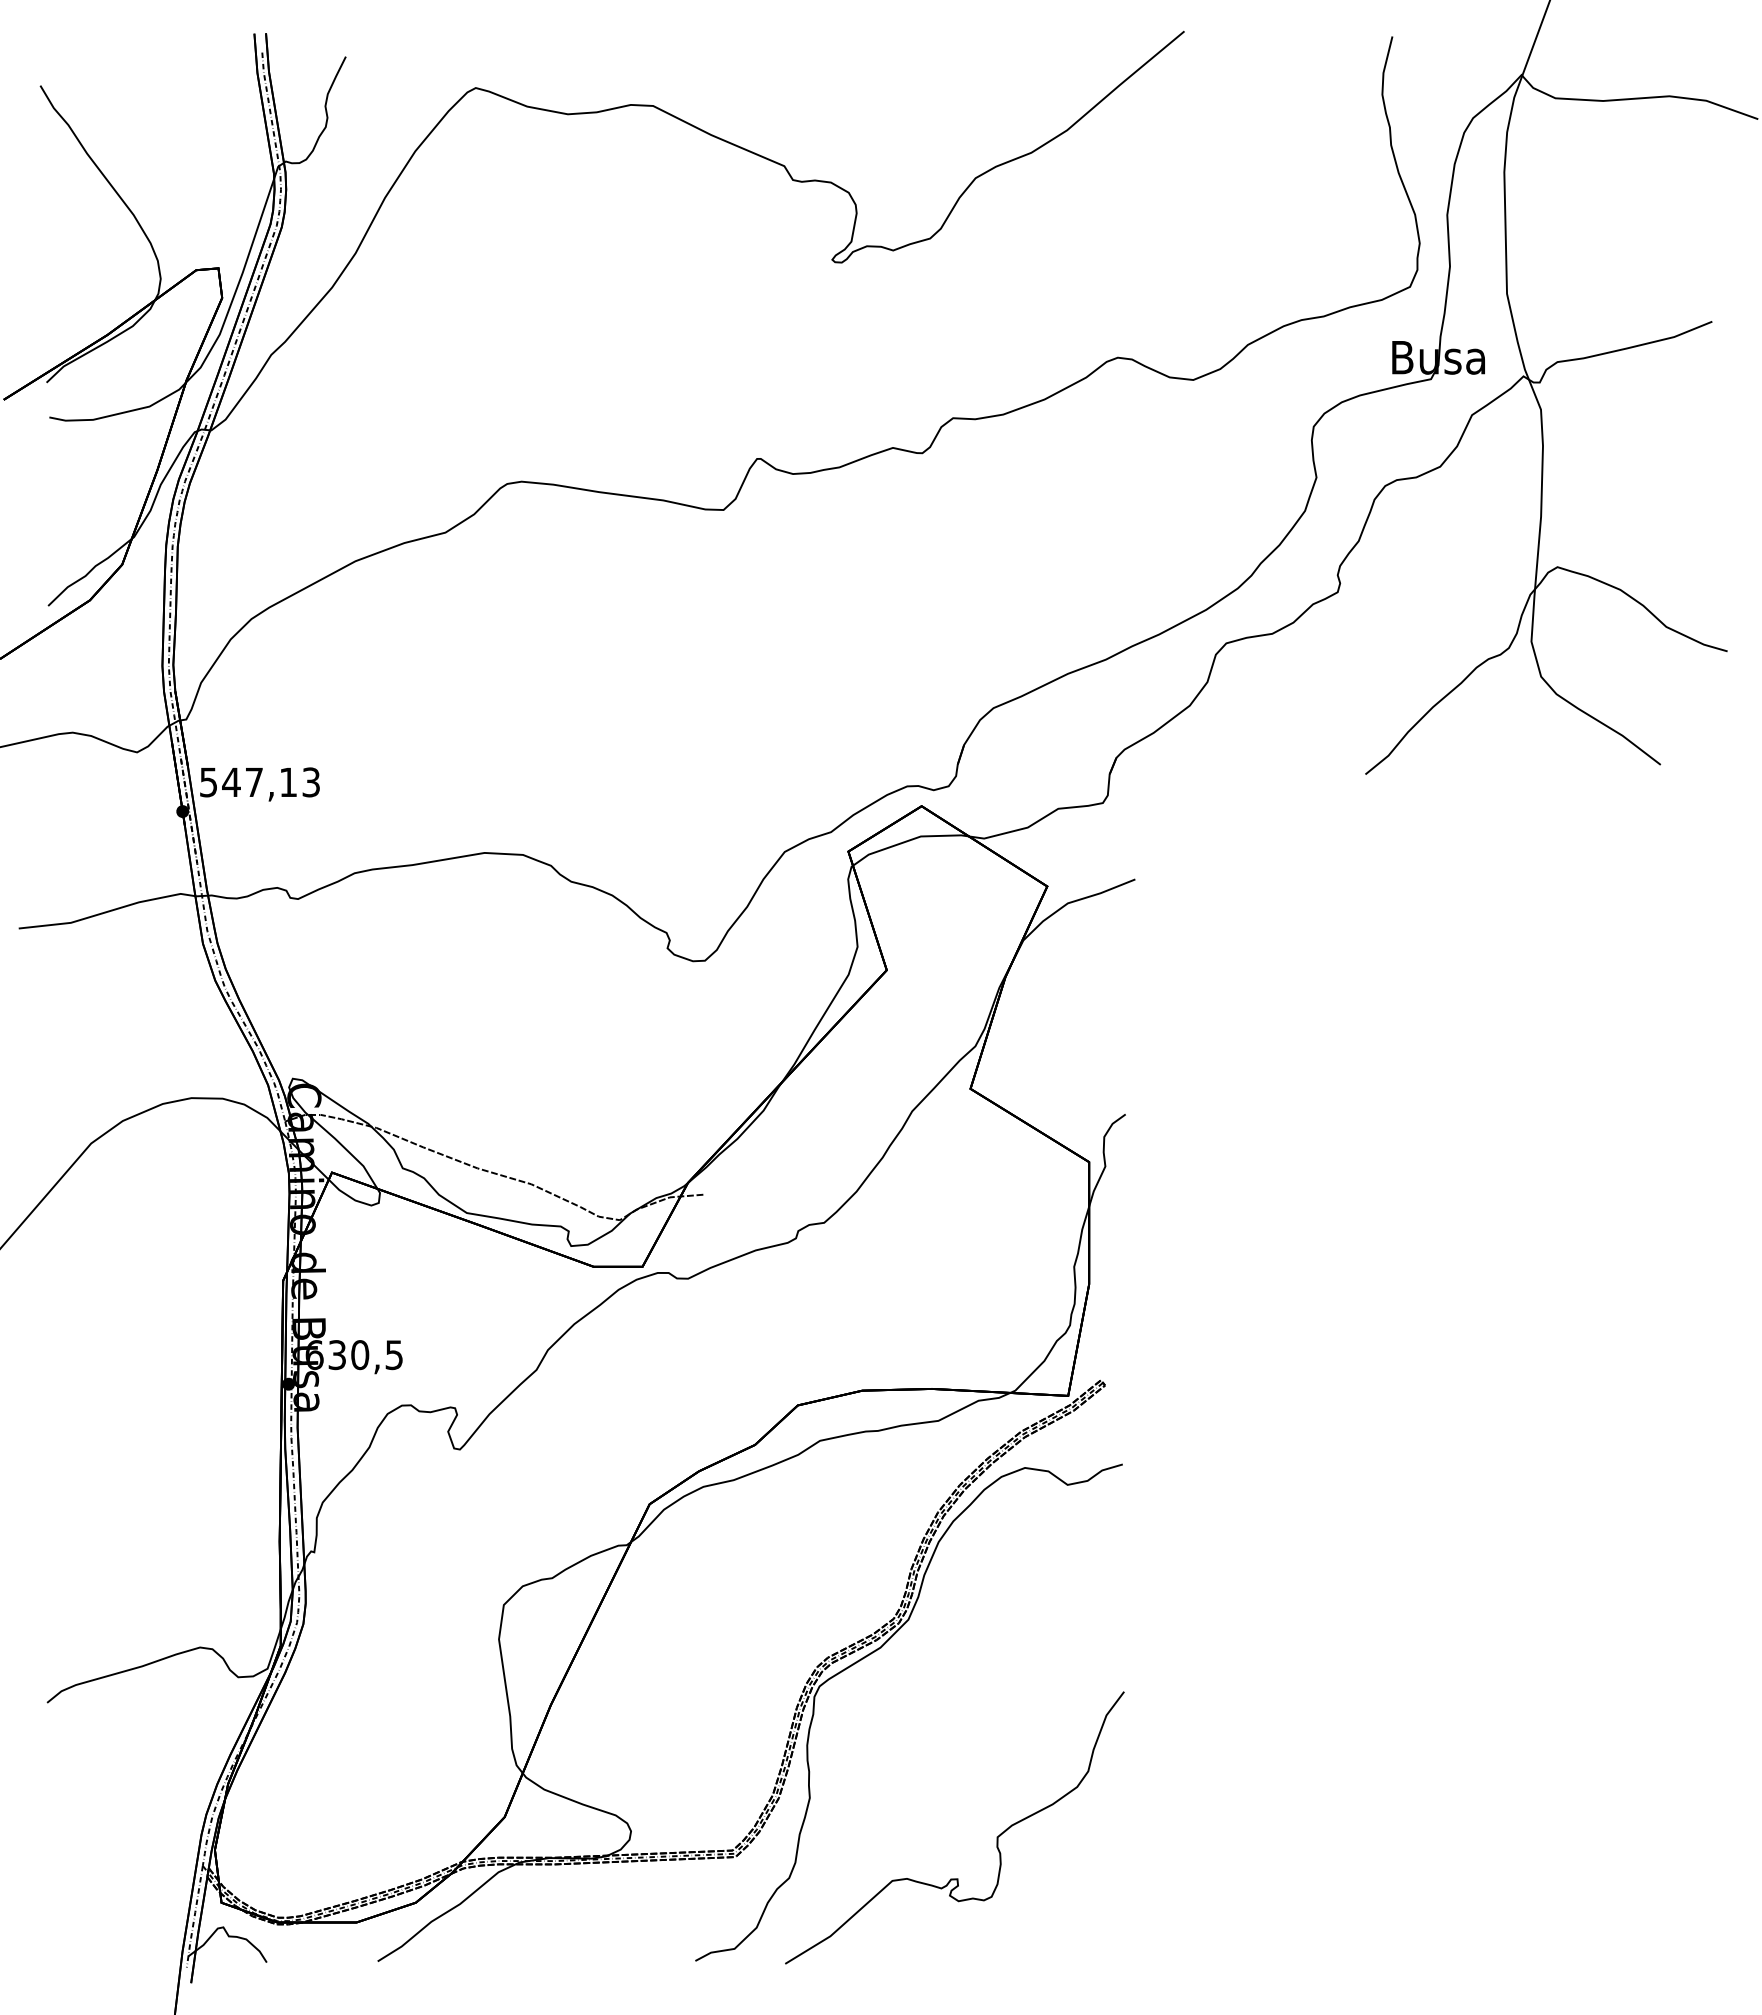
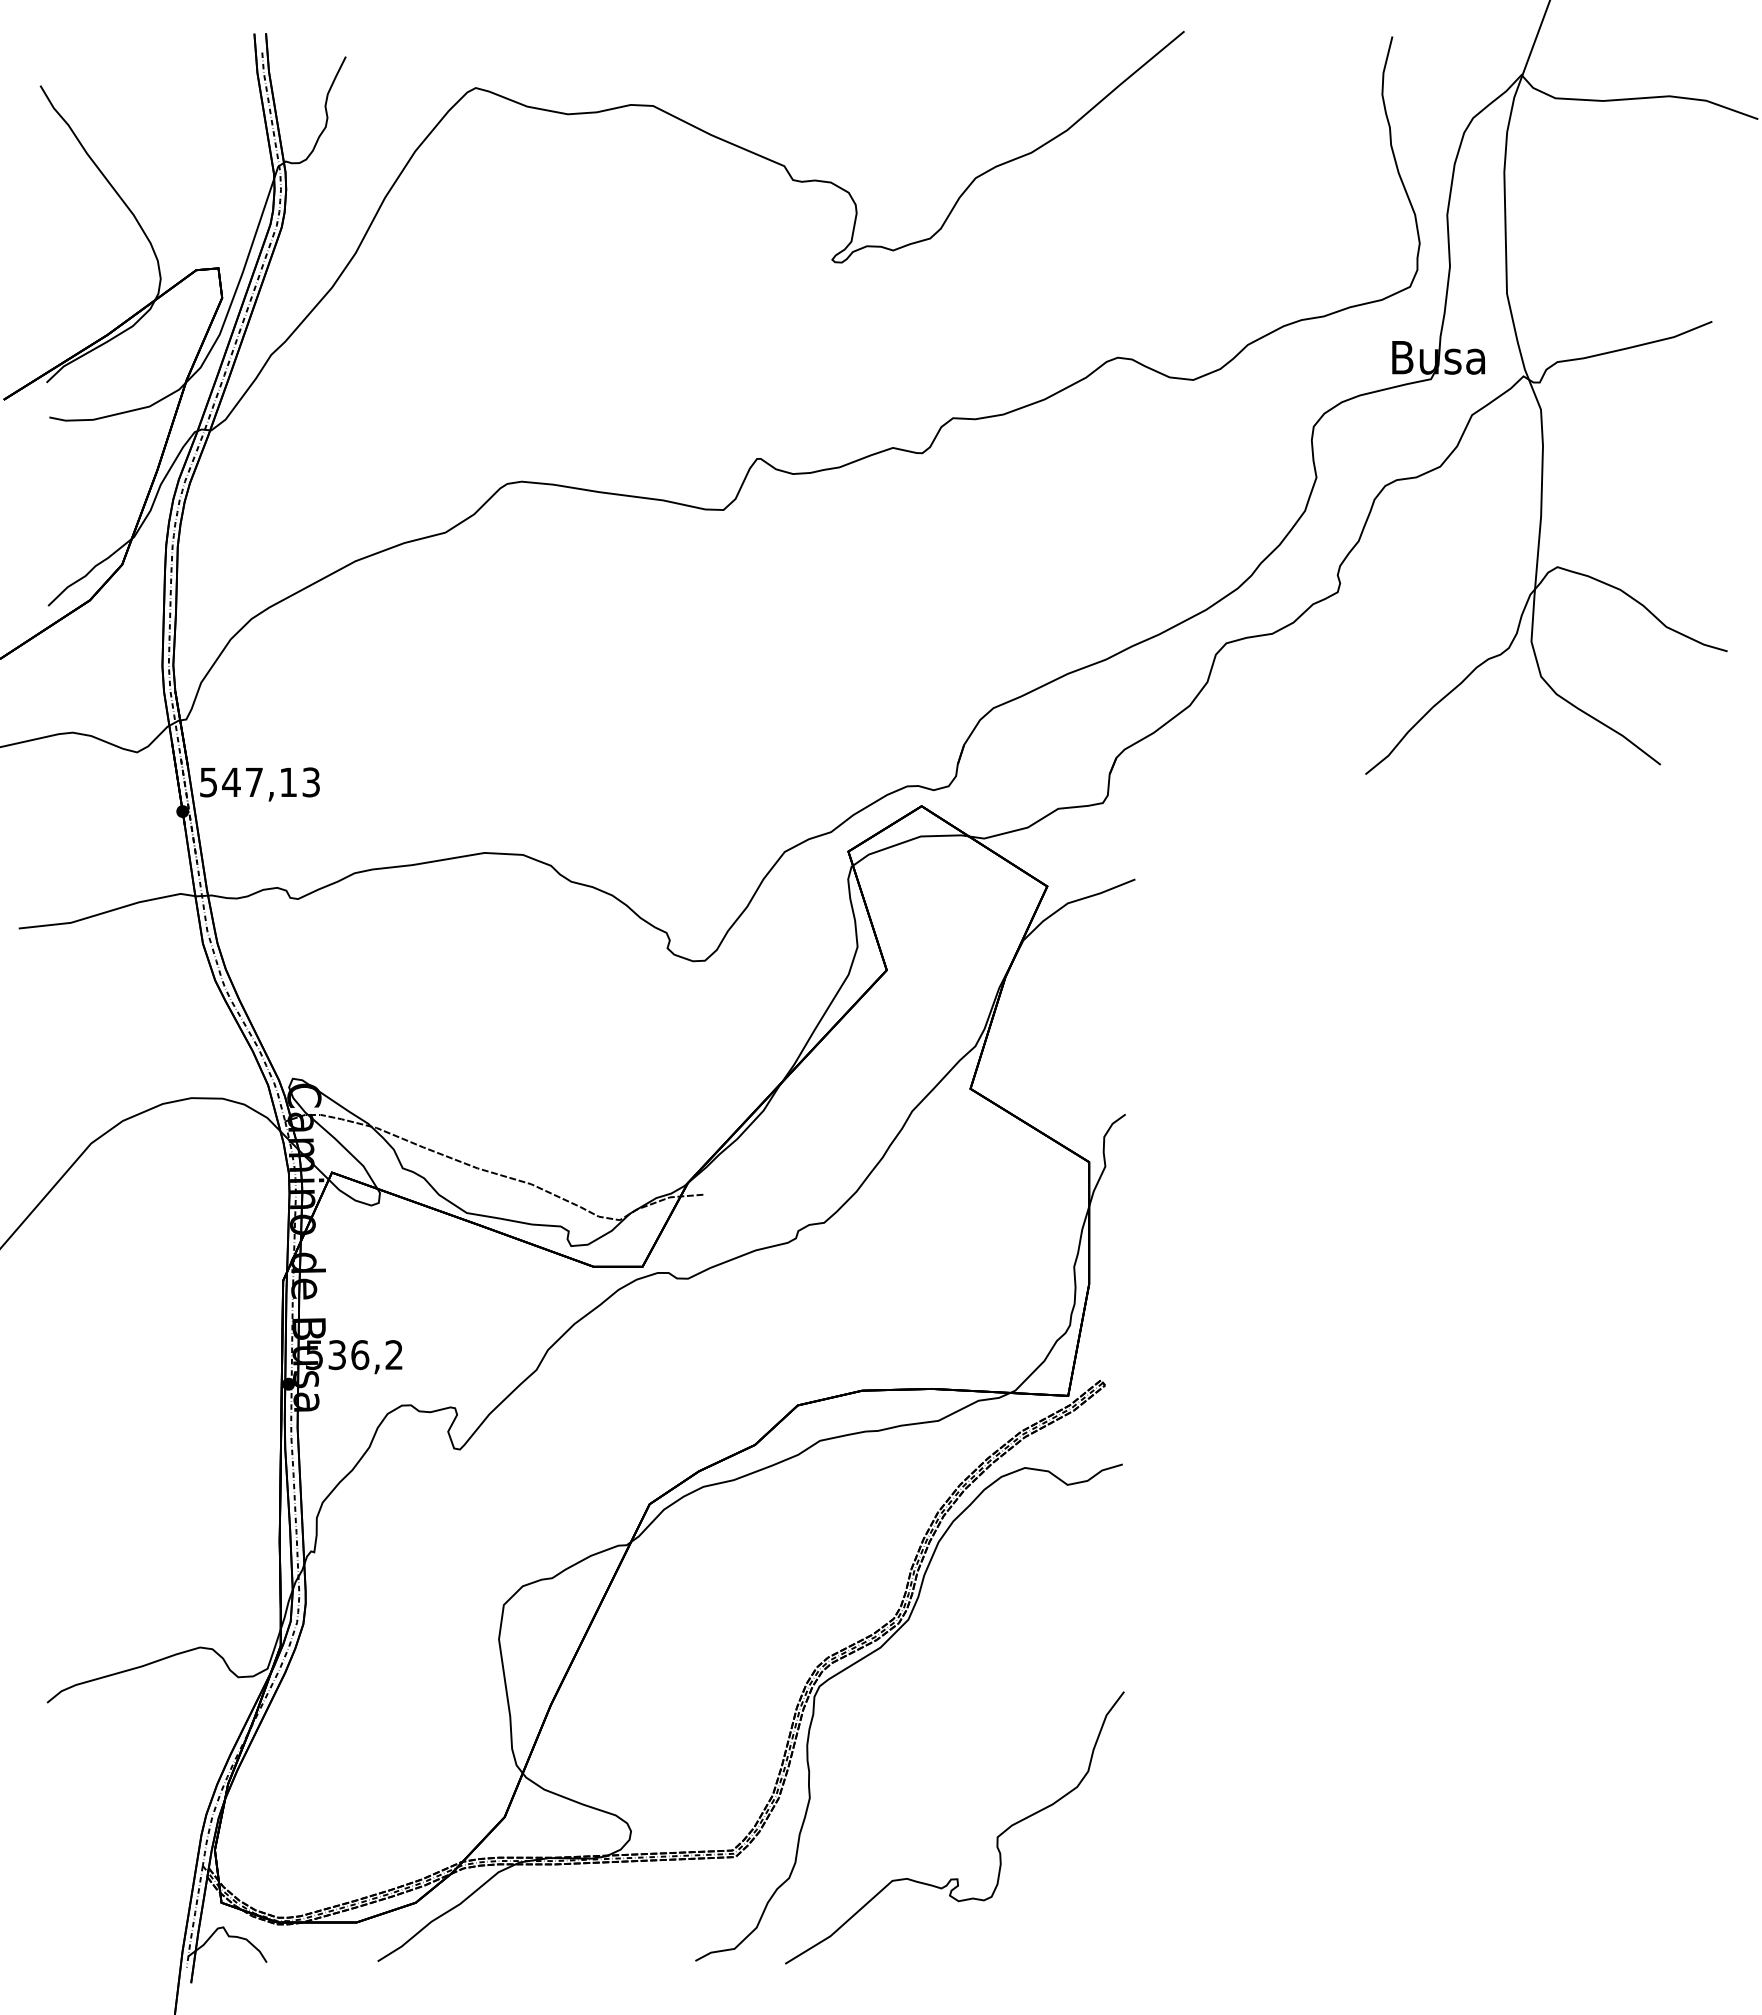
text at (353, 1355): 630,5 -> 536,2
